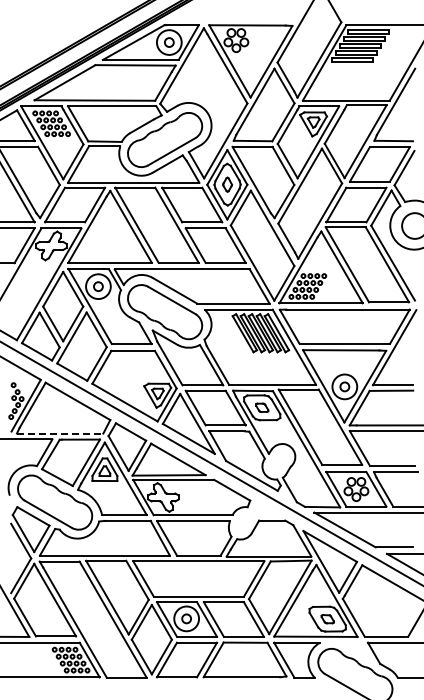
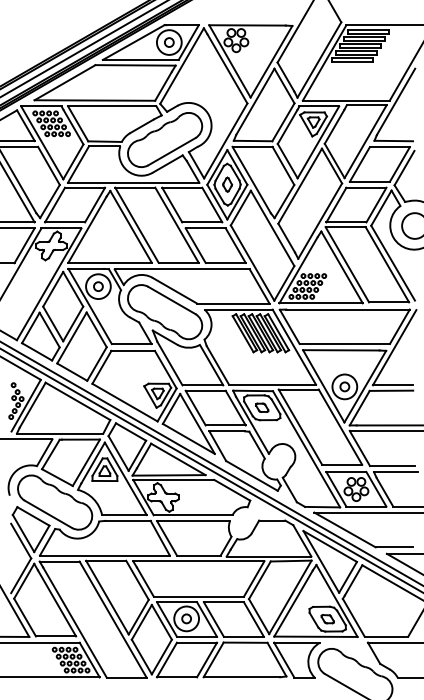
line at (83, 49): none -> present
line at (60, 433): dashed -> solid
line at (211, 470): none -> present
